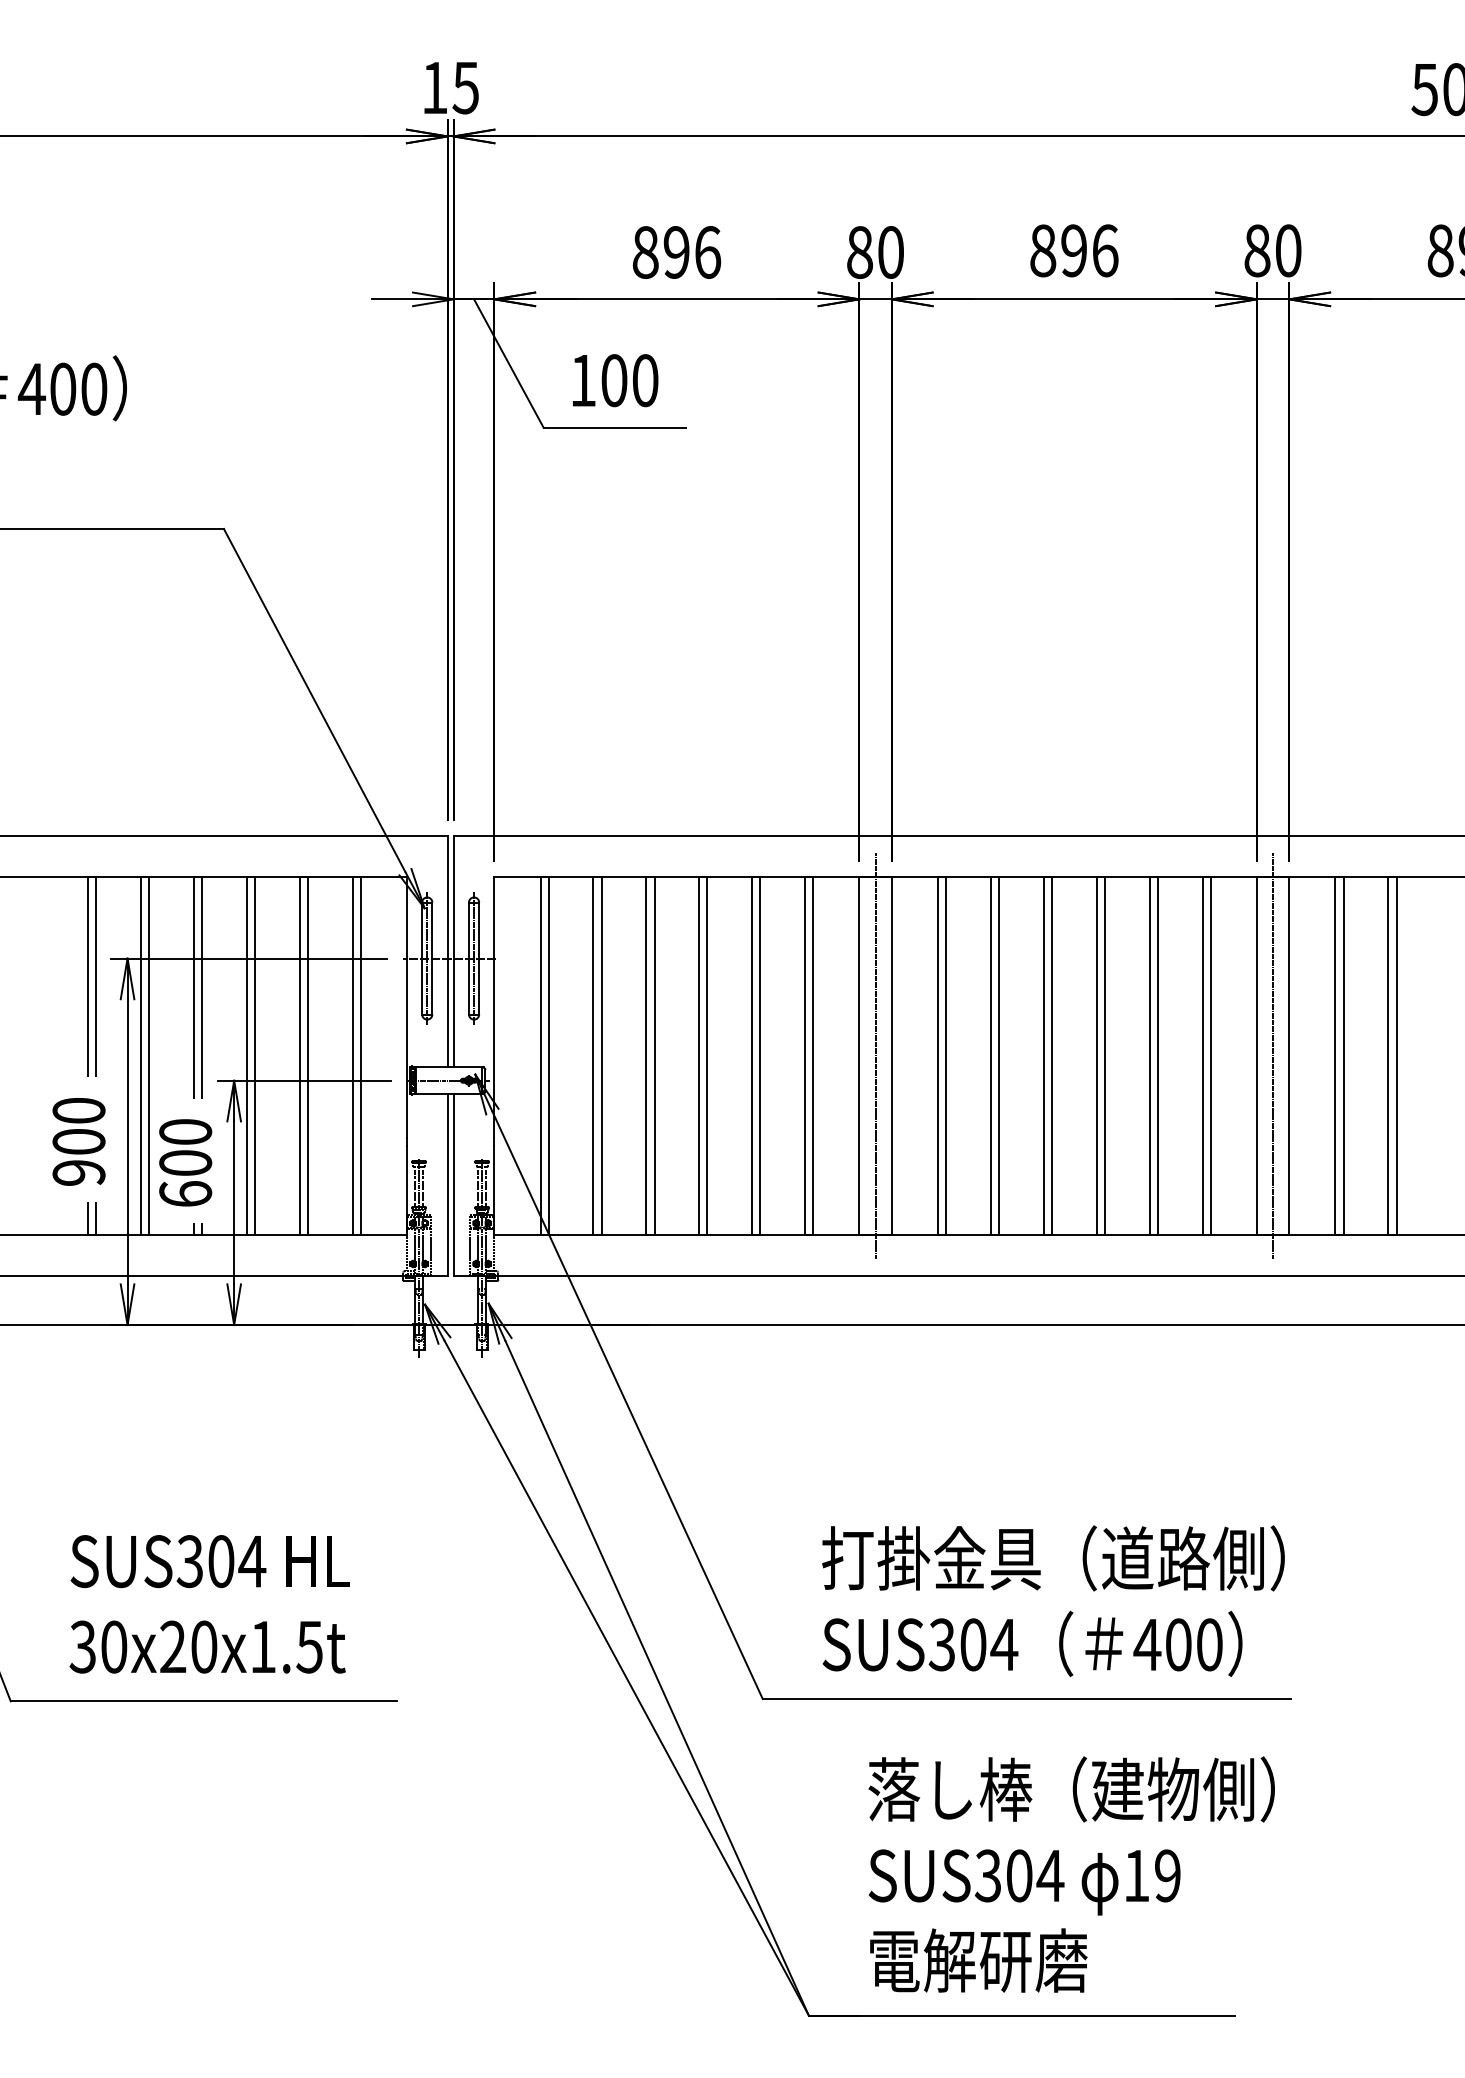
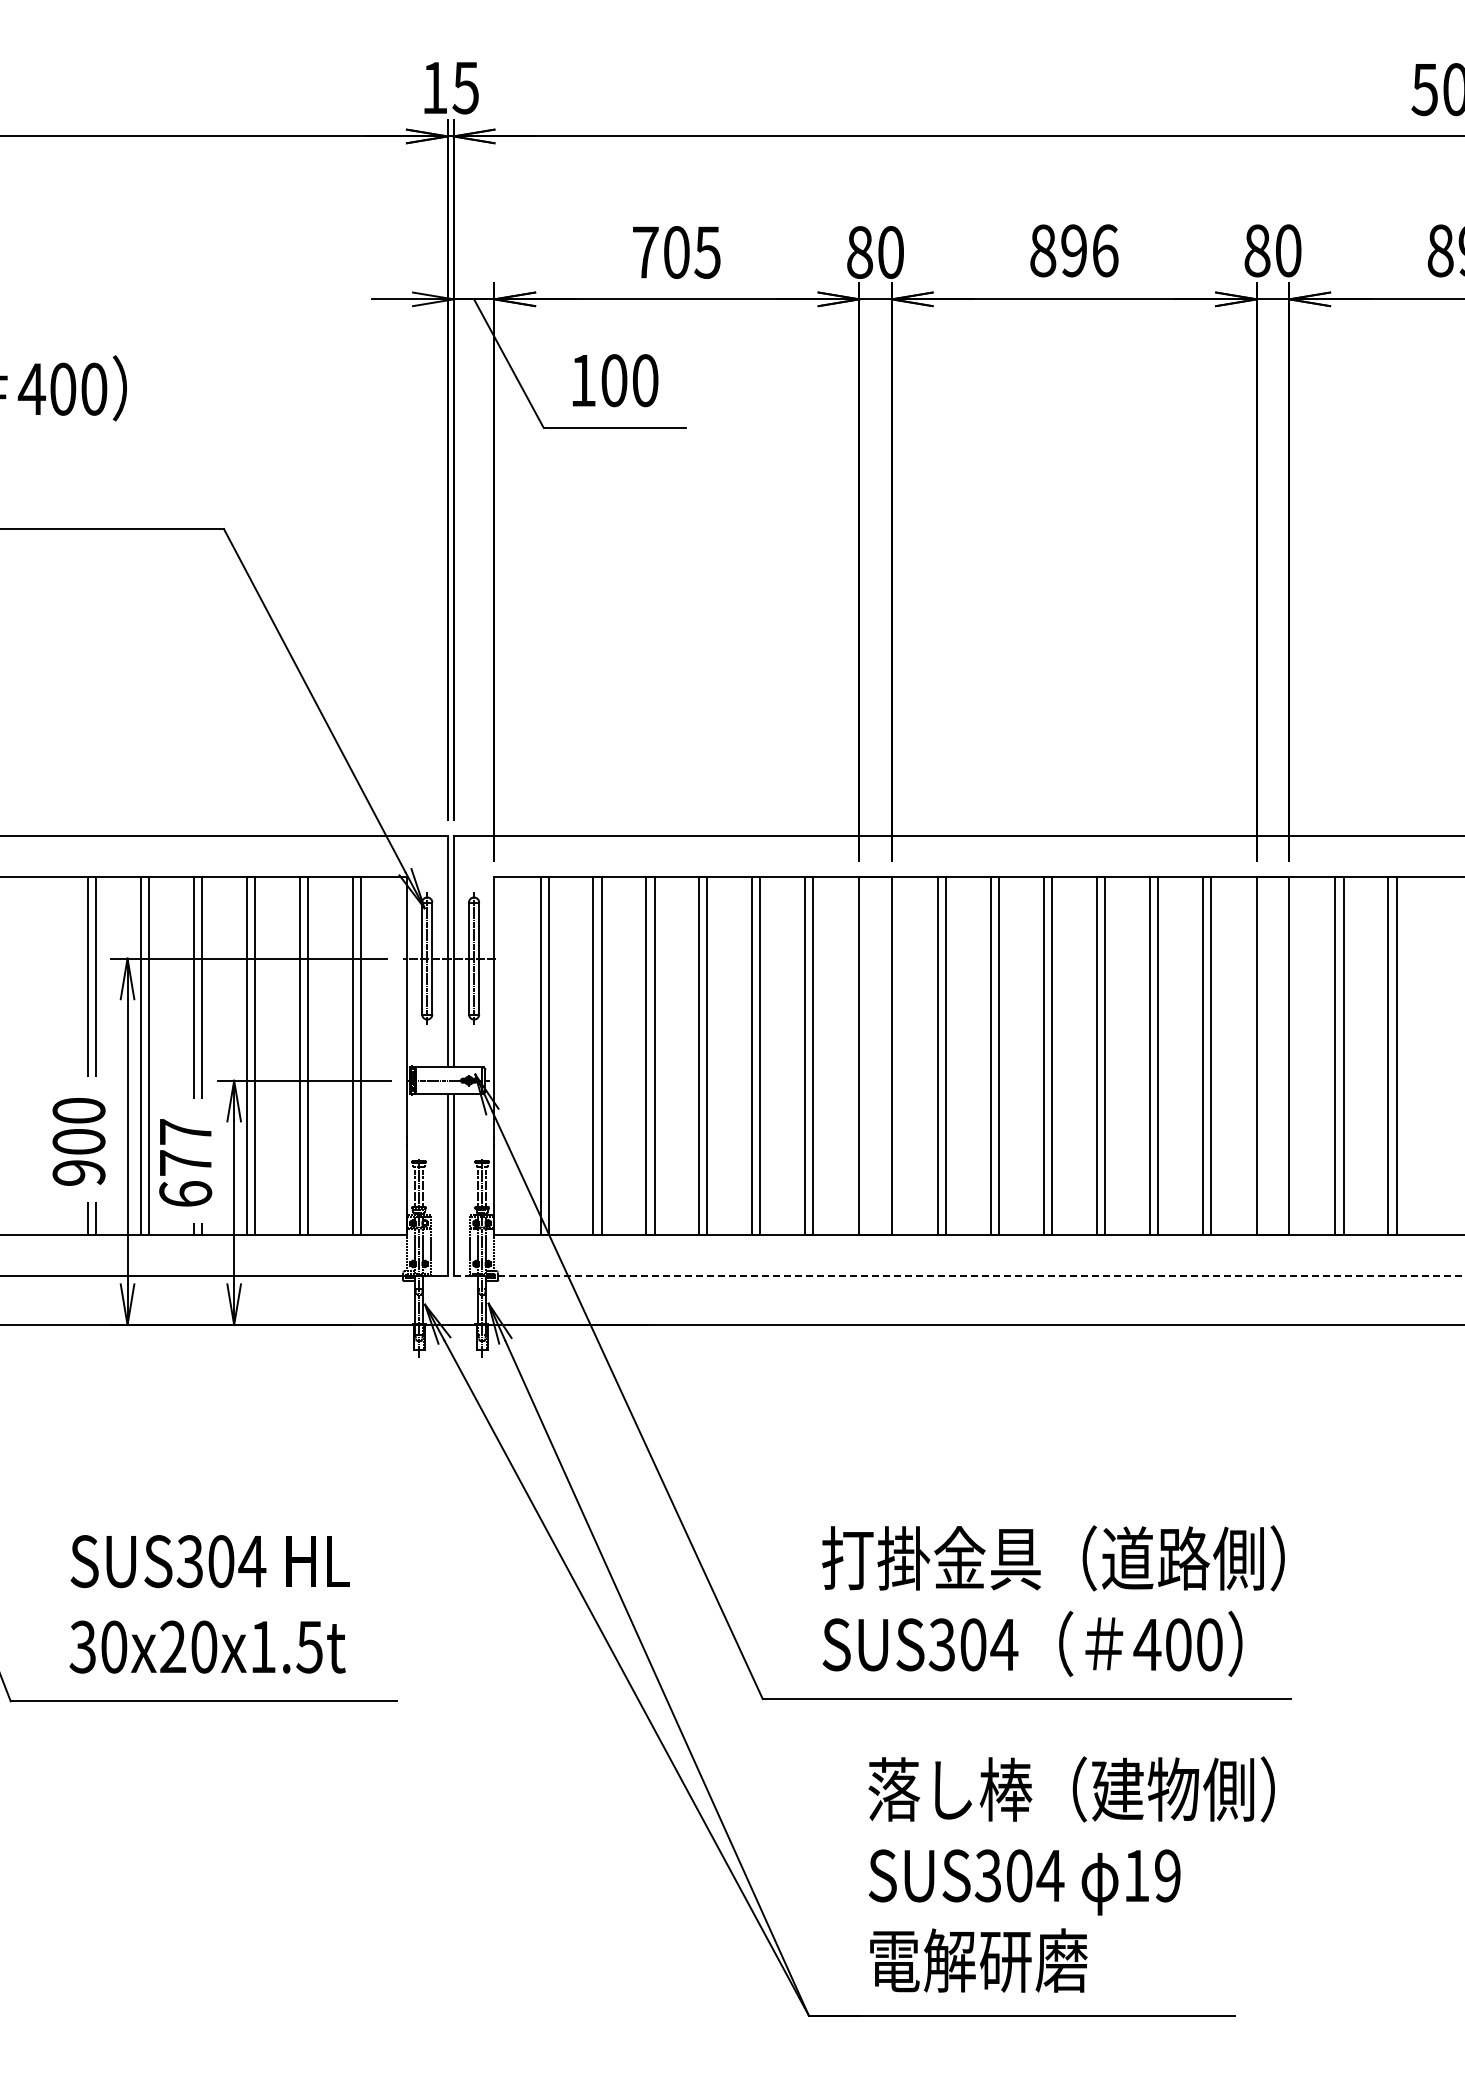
text at (676, 252): 896 -> 705
line at (875, 1056): present -> none
line at (1273, 1056): present -> none
text at (185, 1147): 600 -> 677
line at (959, 1276): solid -> dashed
